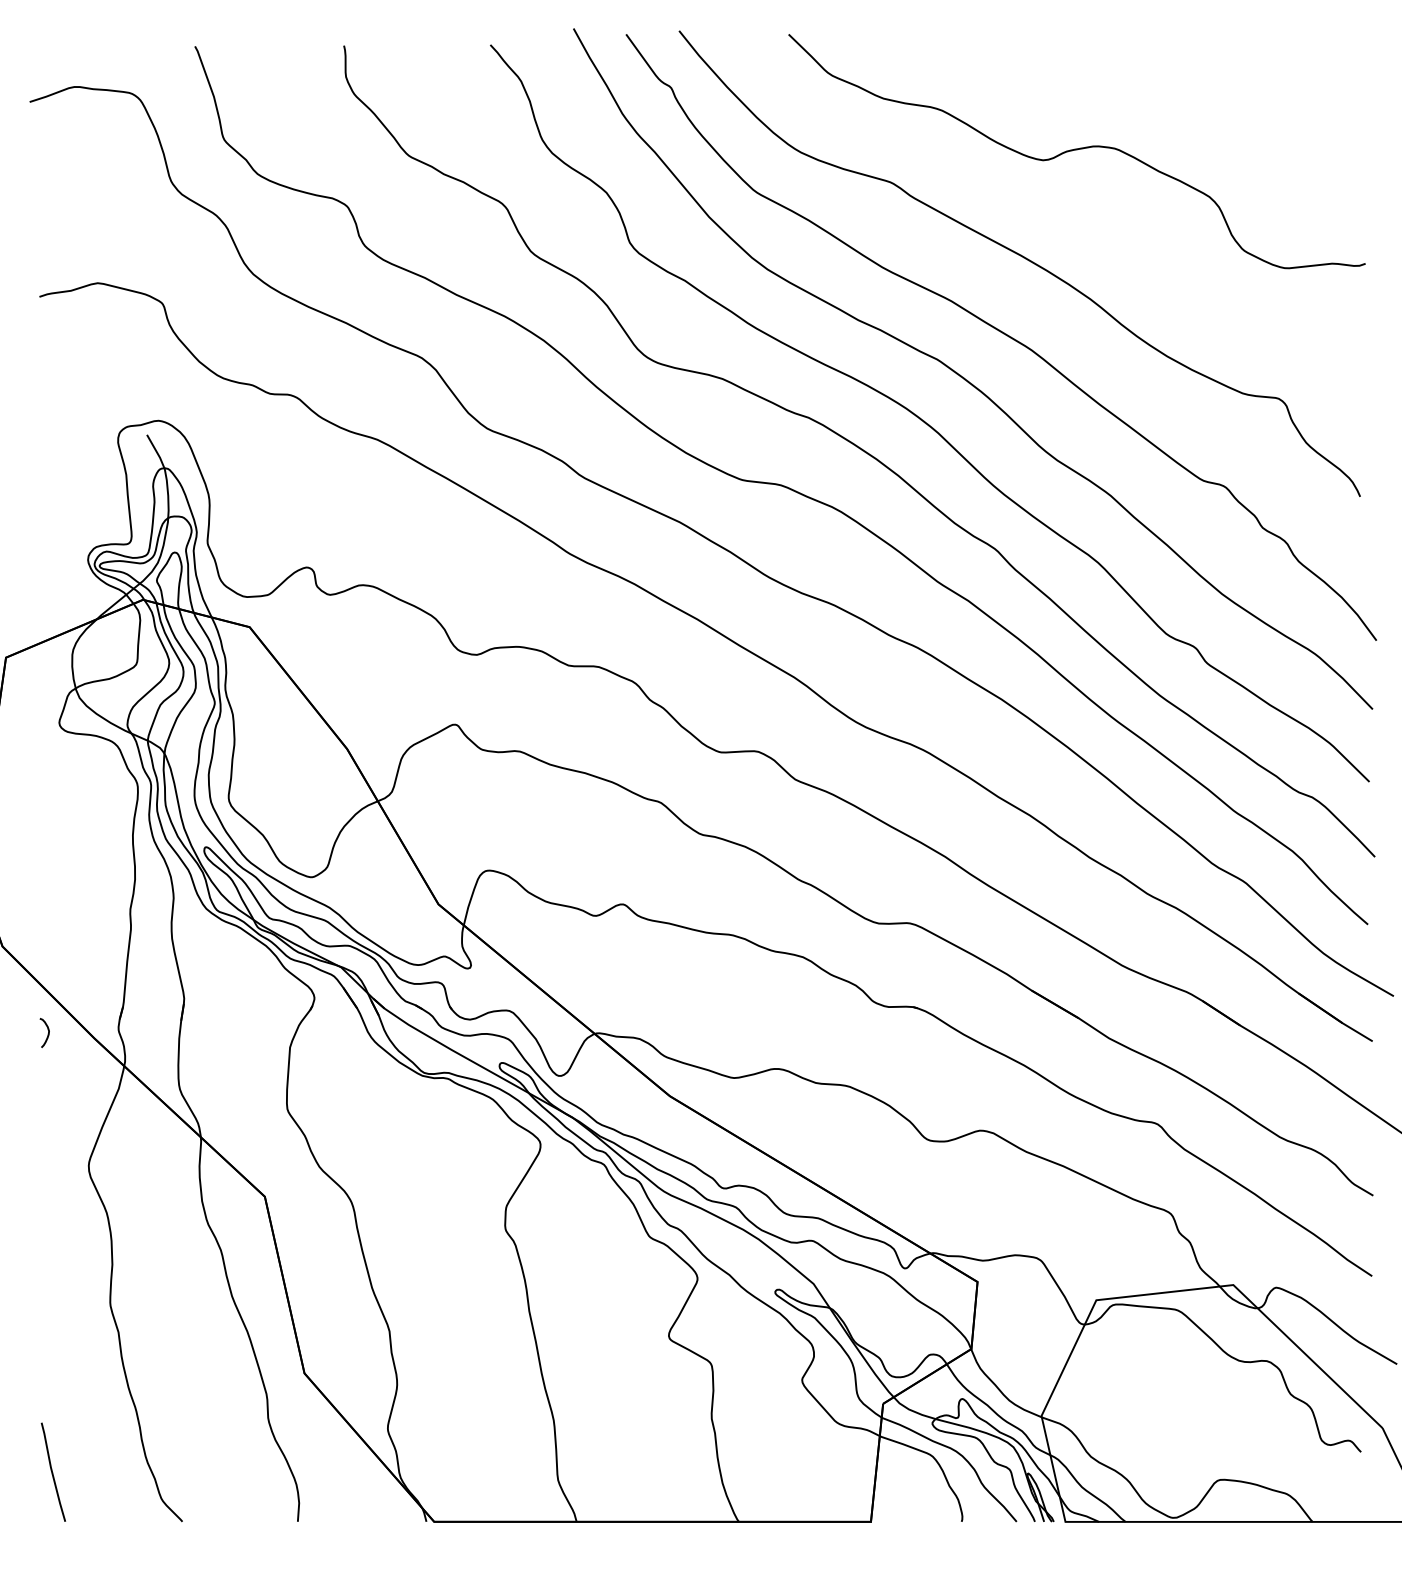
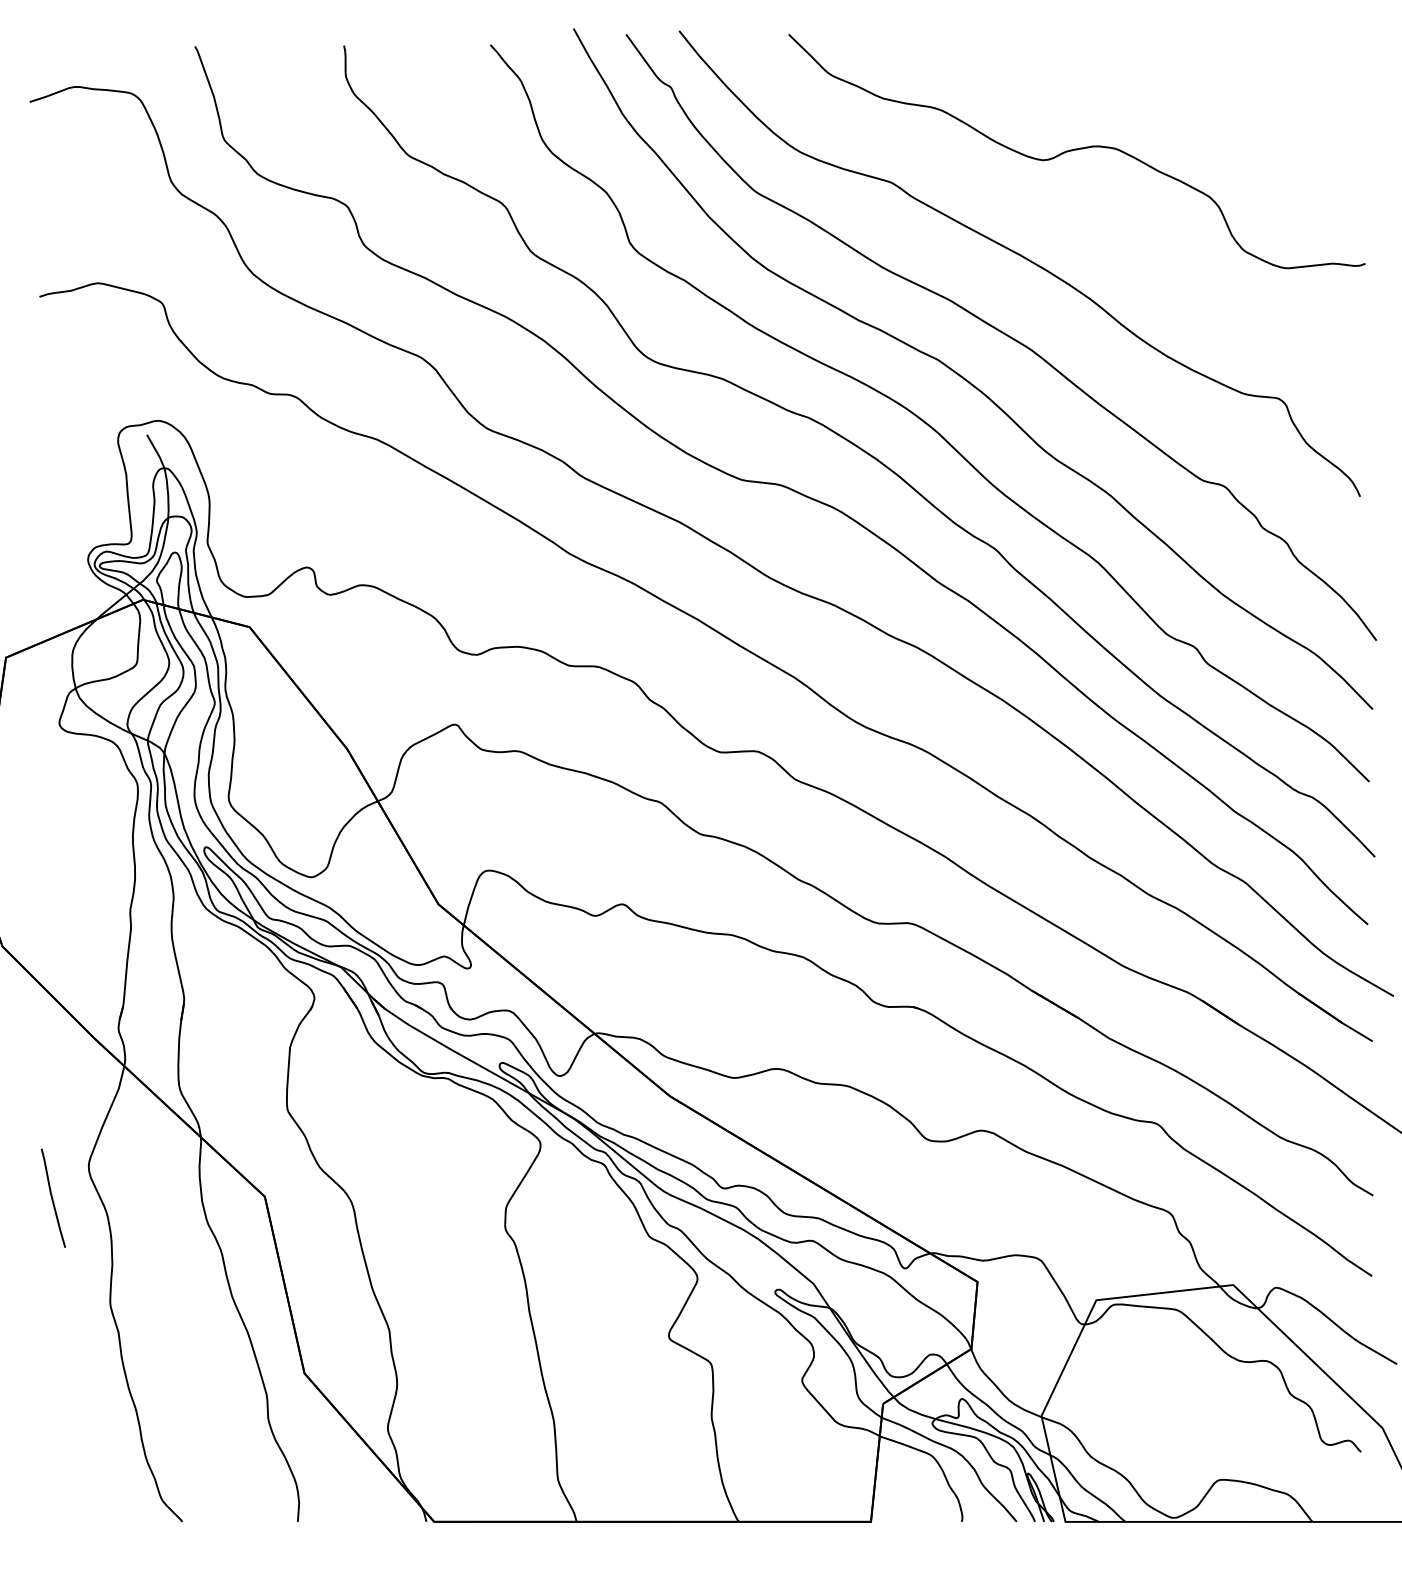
curve at (47, 1034): present -> none
line at (52, 1471) position: (52, 1471) -> (52, 1197)
